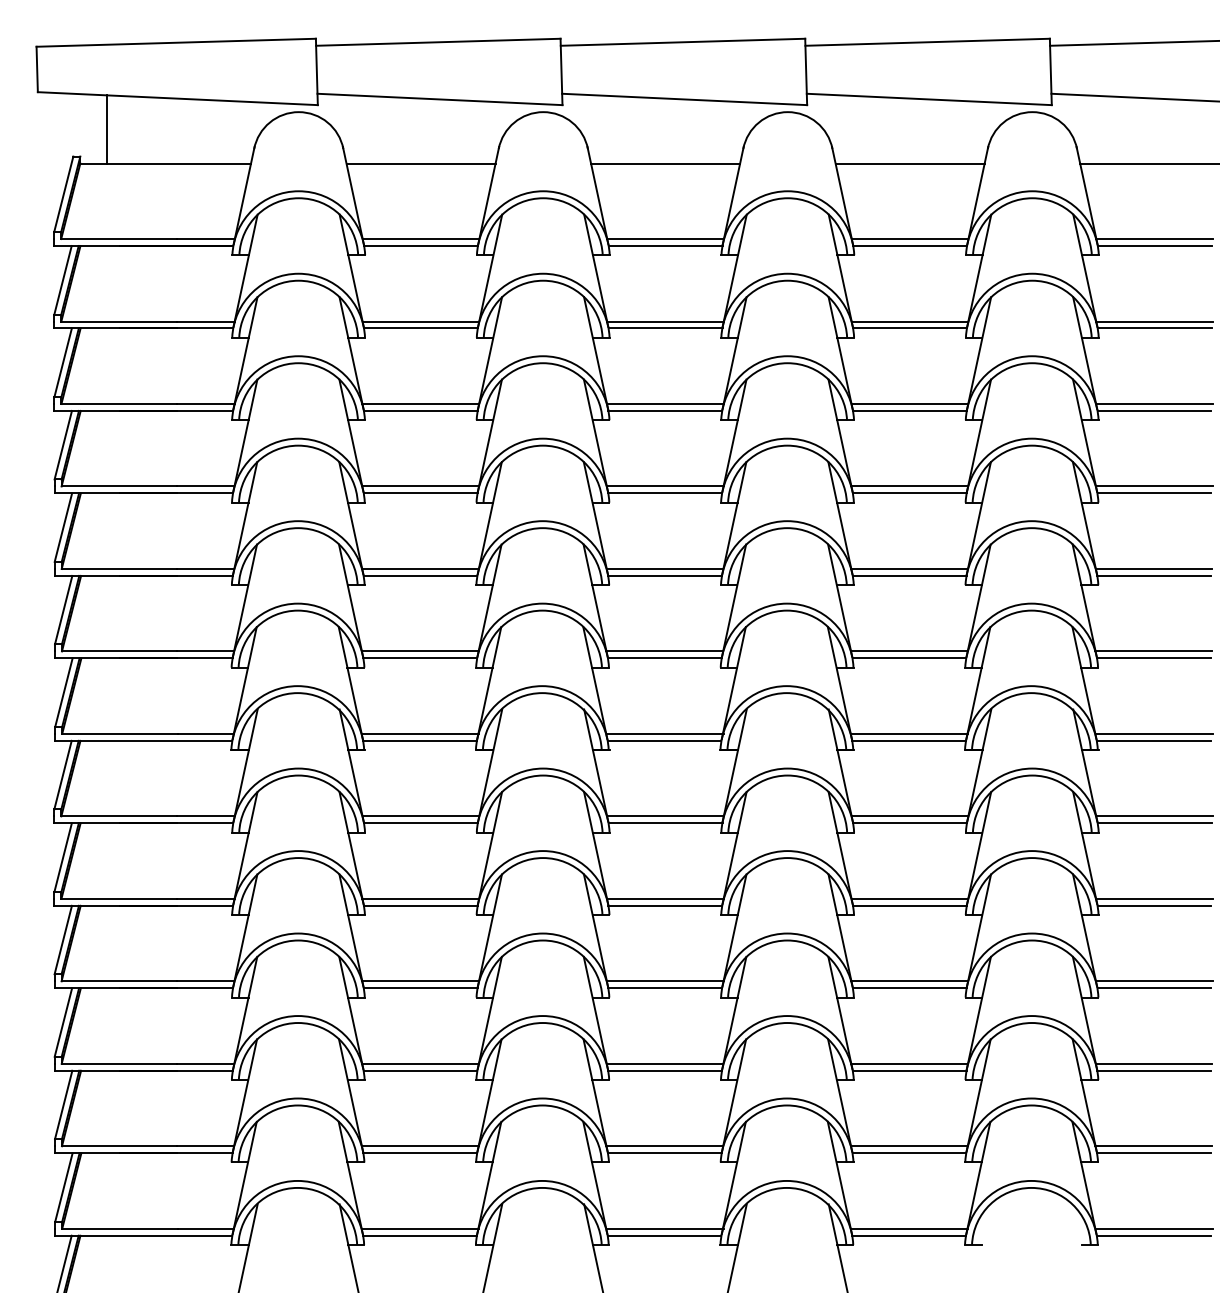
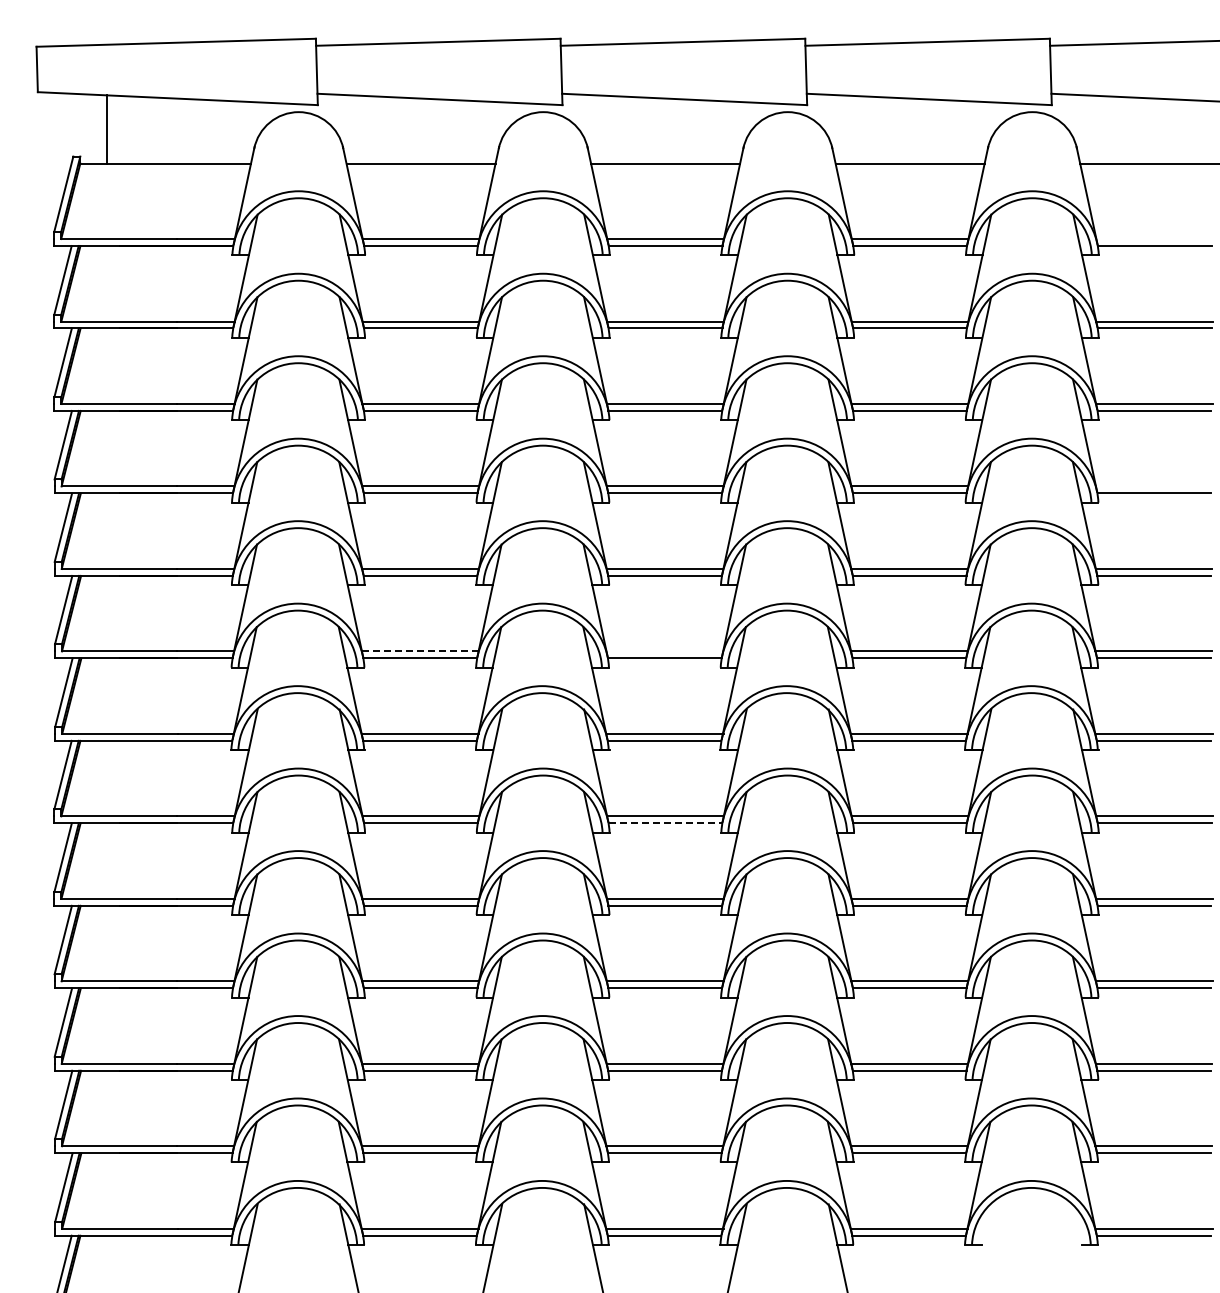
line at (1154, 239): present -> none
line at (1153, 486): present -> none
line at (420, 651): solid -> dashed
line at (664, 651): present -> none
line at (665, 823): solid -> dashed
